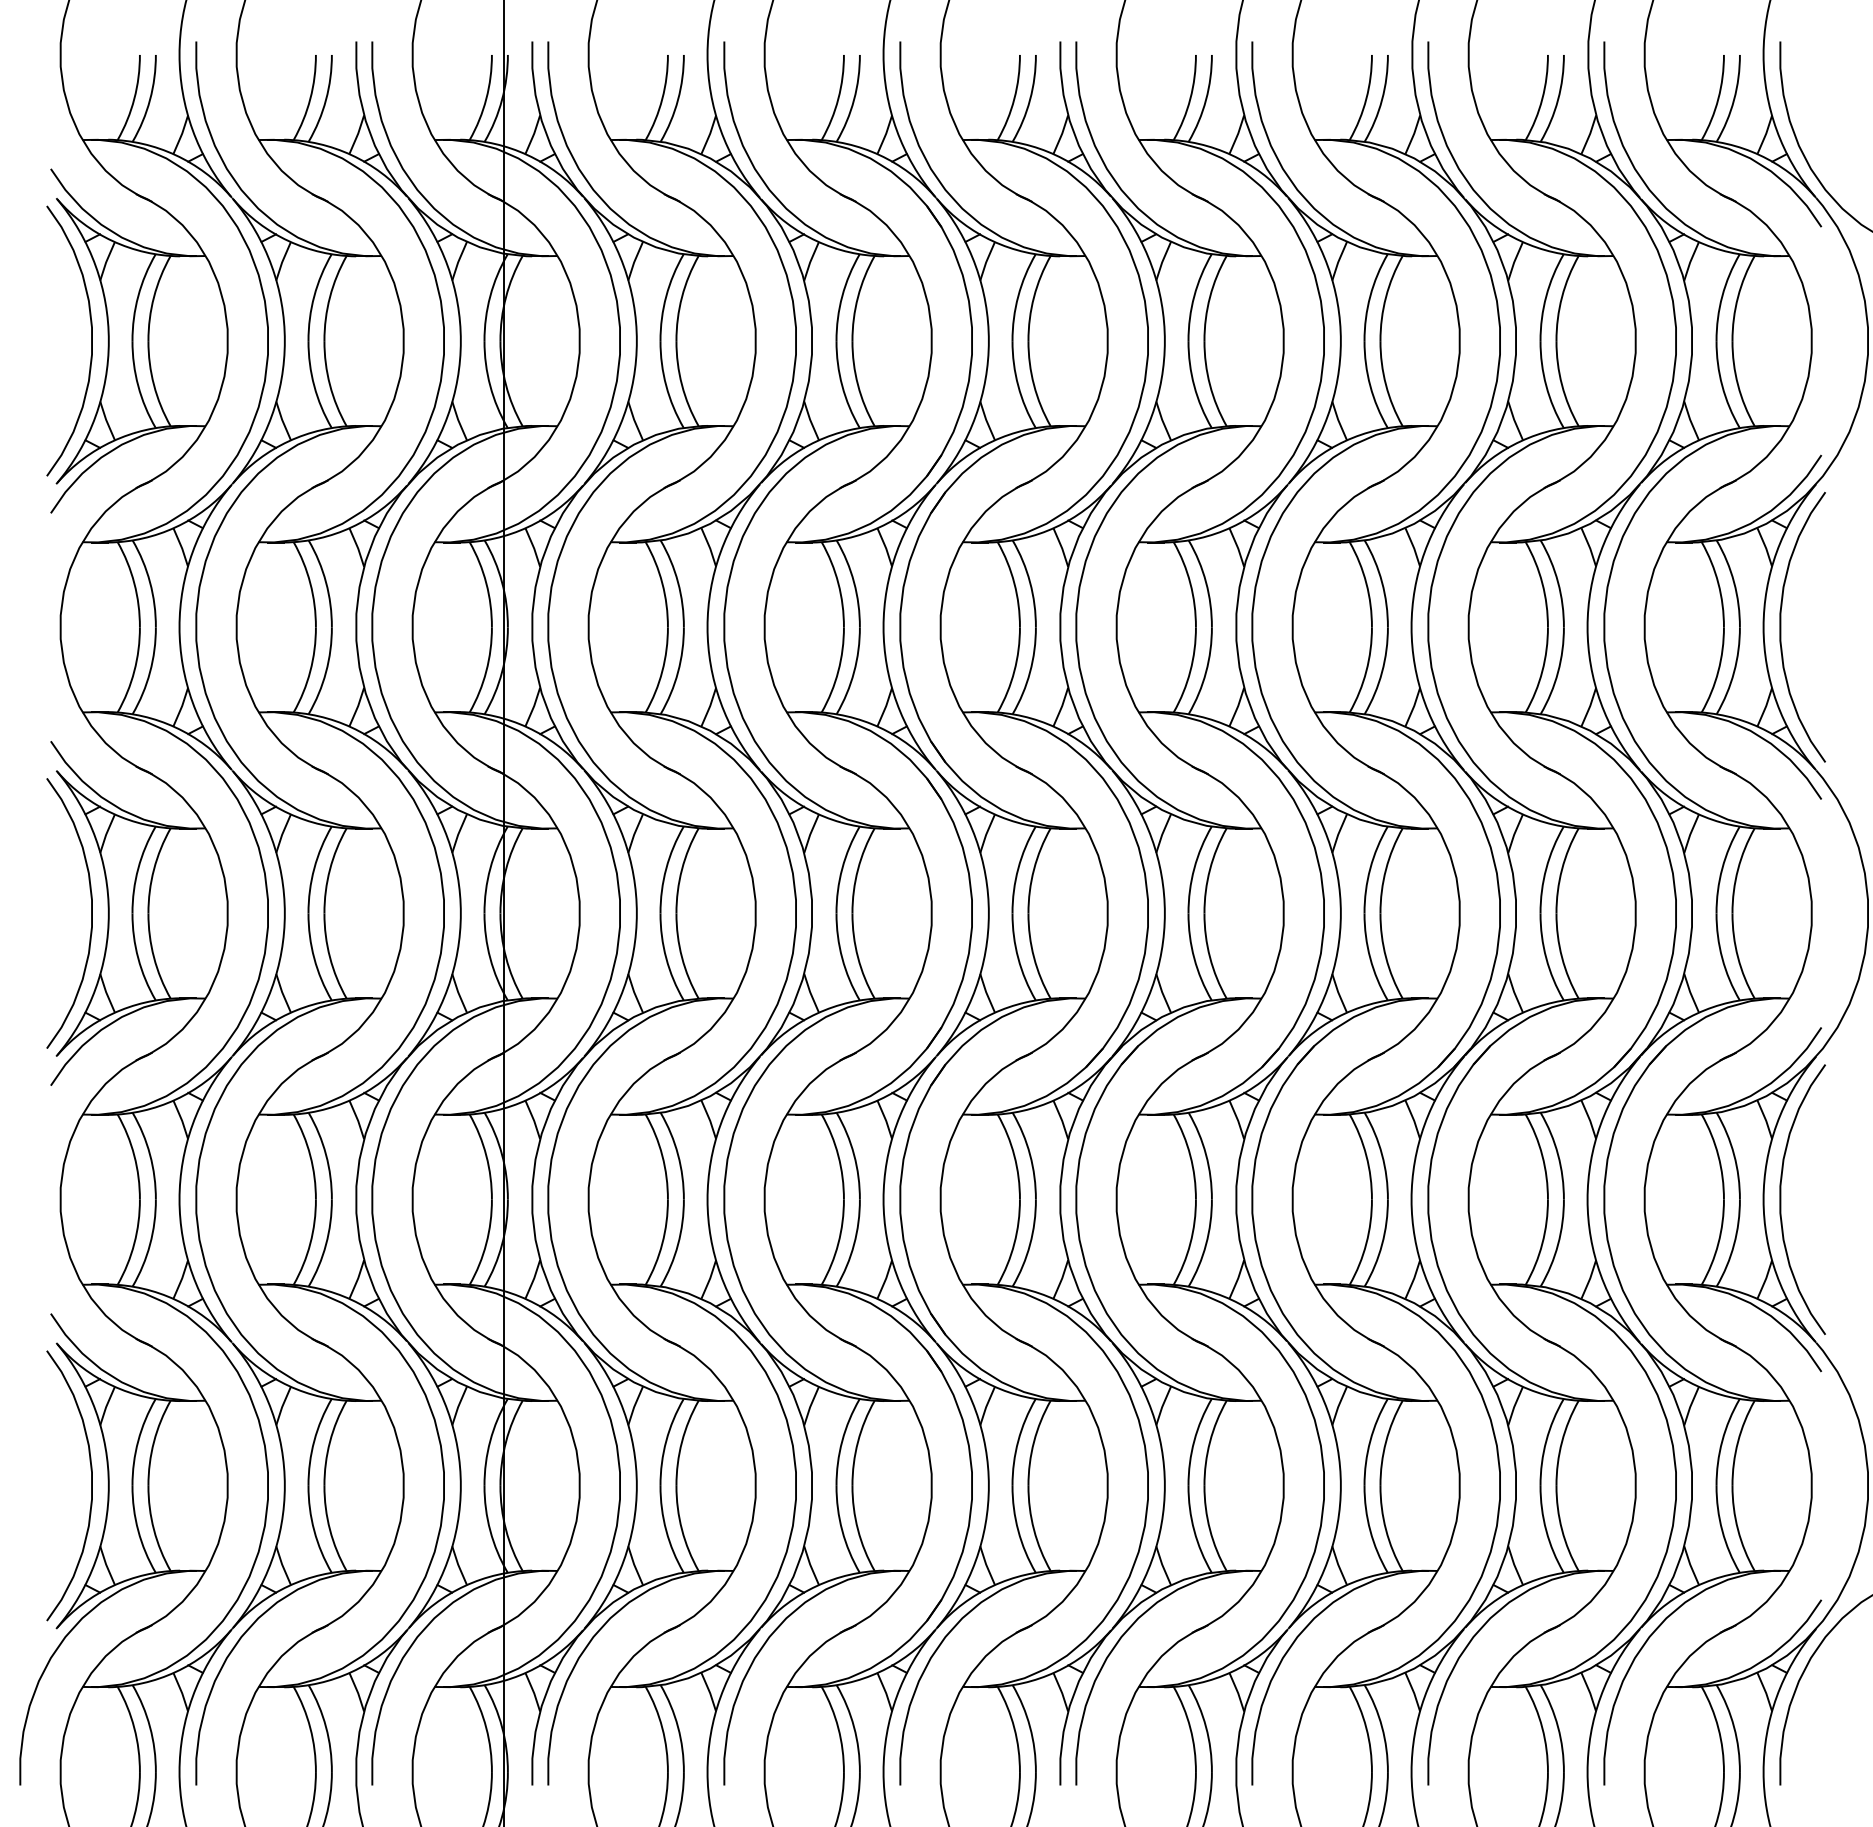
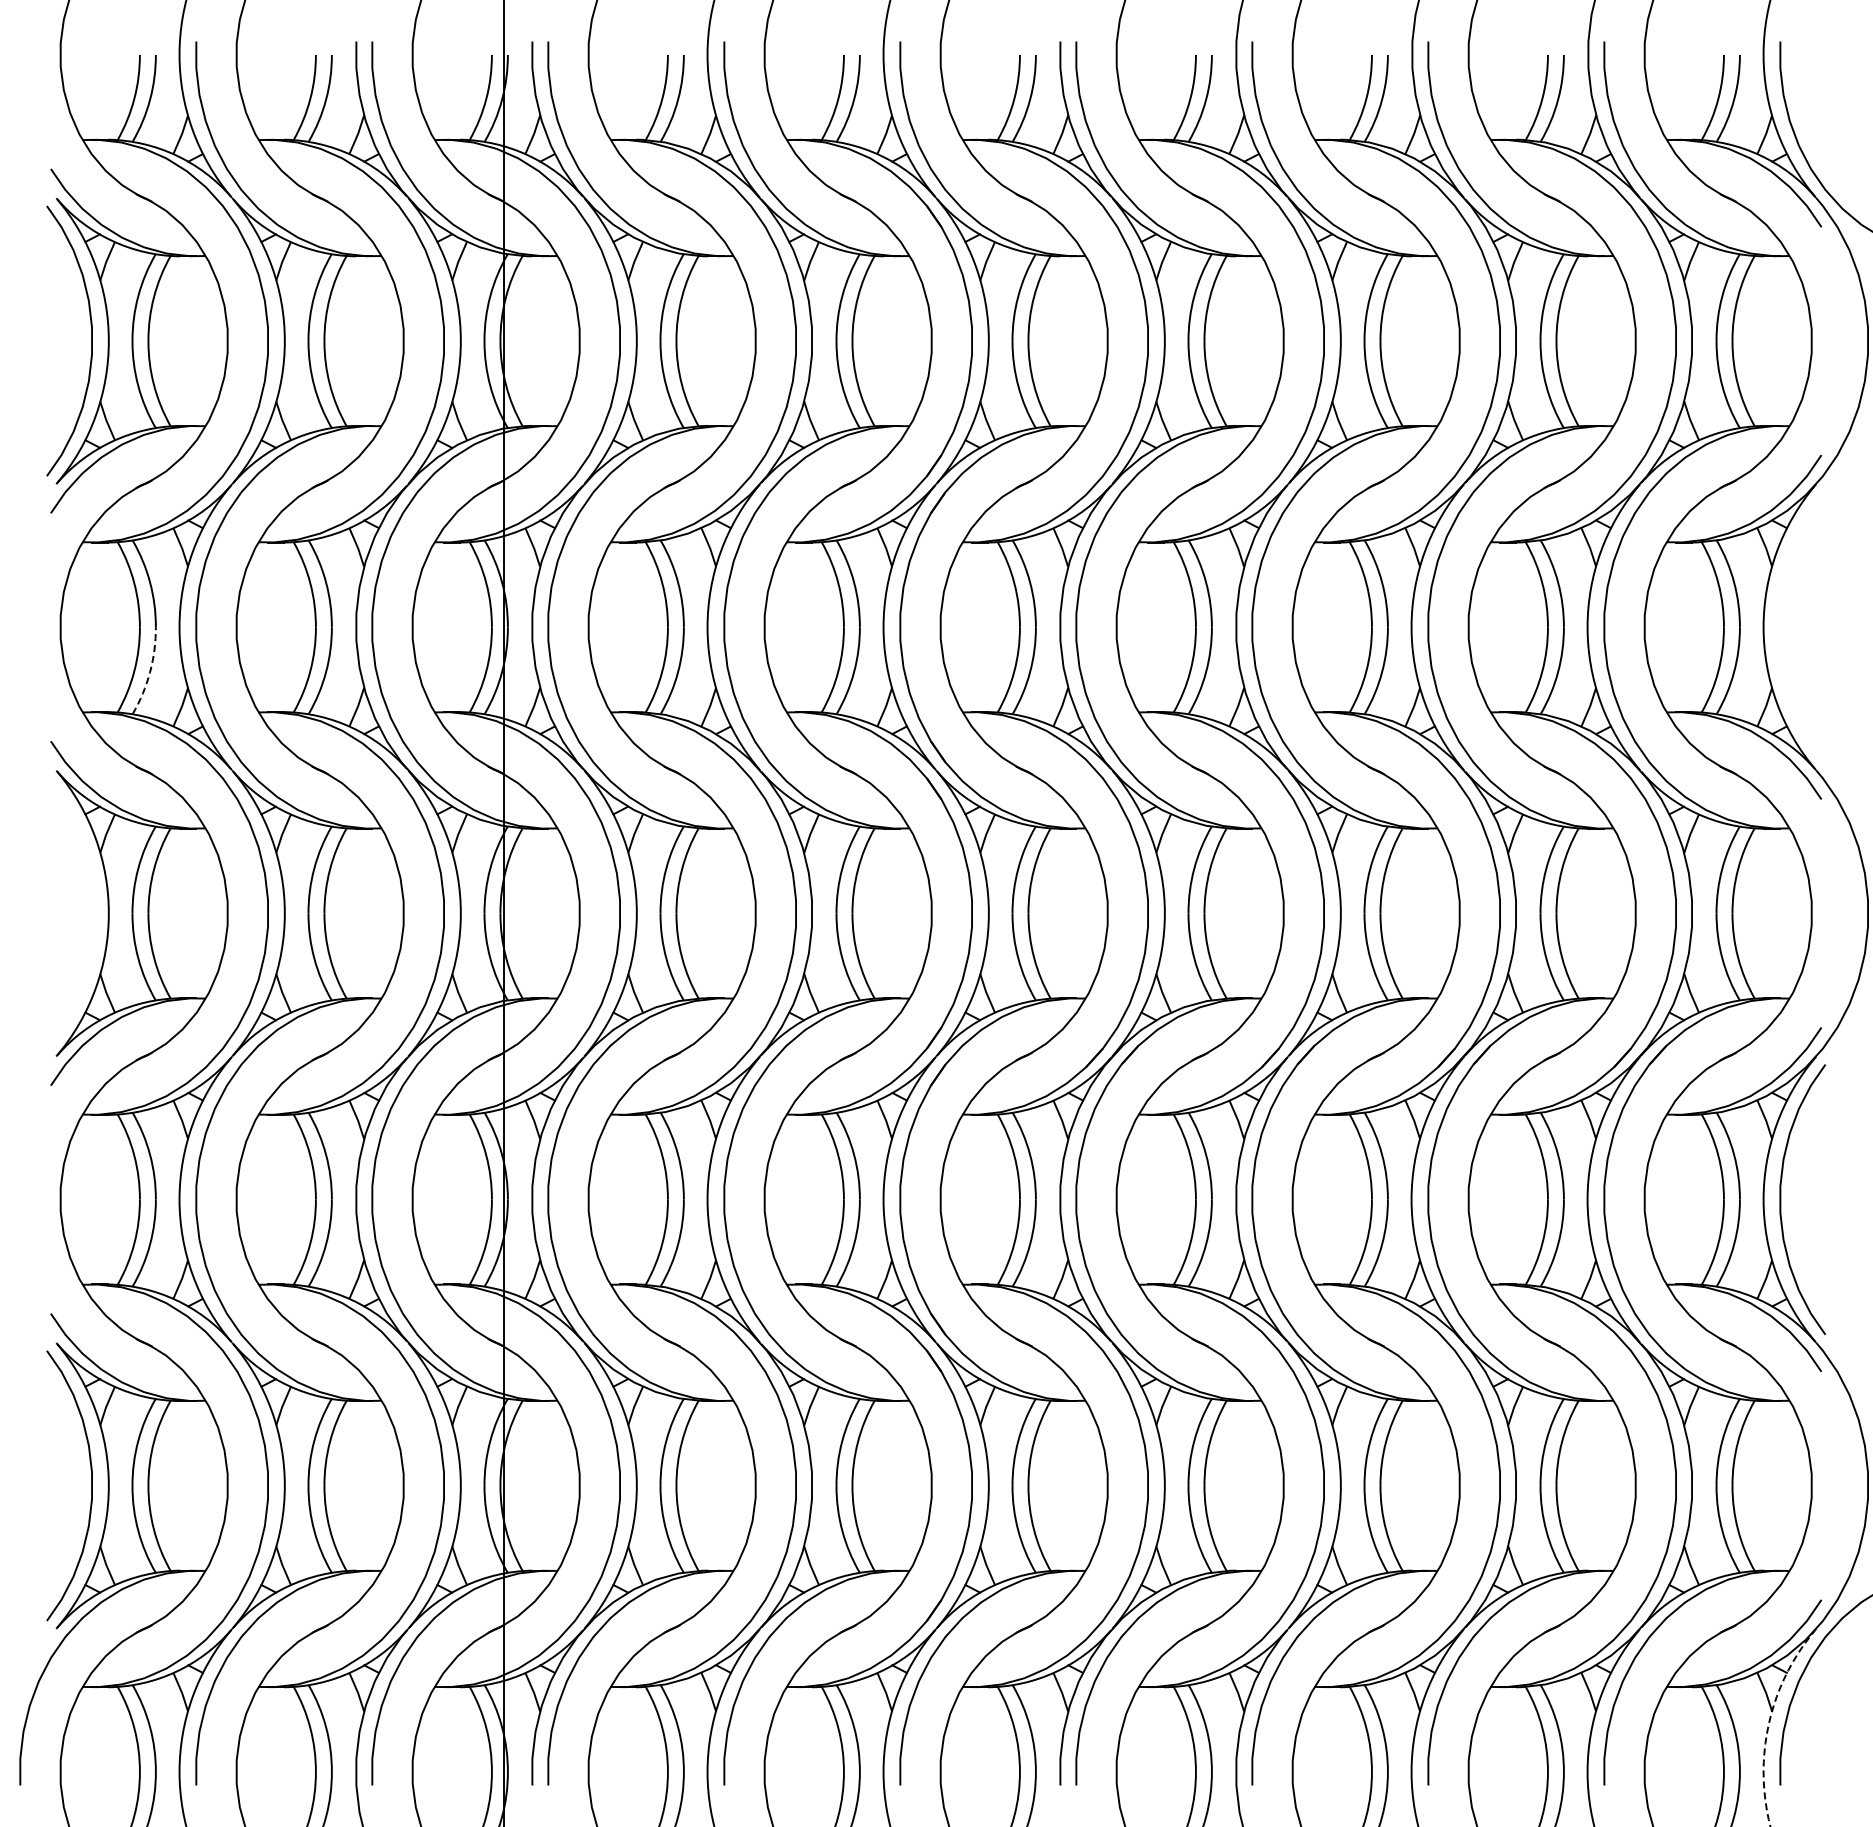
curve at (1781, 627): present -> none
arc at (150, 672): solid -> dashed
curve at (91, 913): present -> none
arc at (1768, 1723): solid -> dashed
